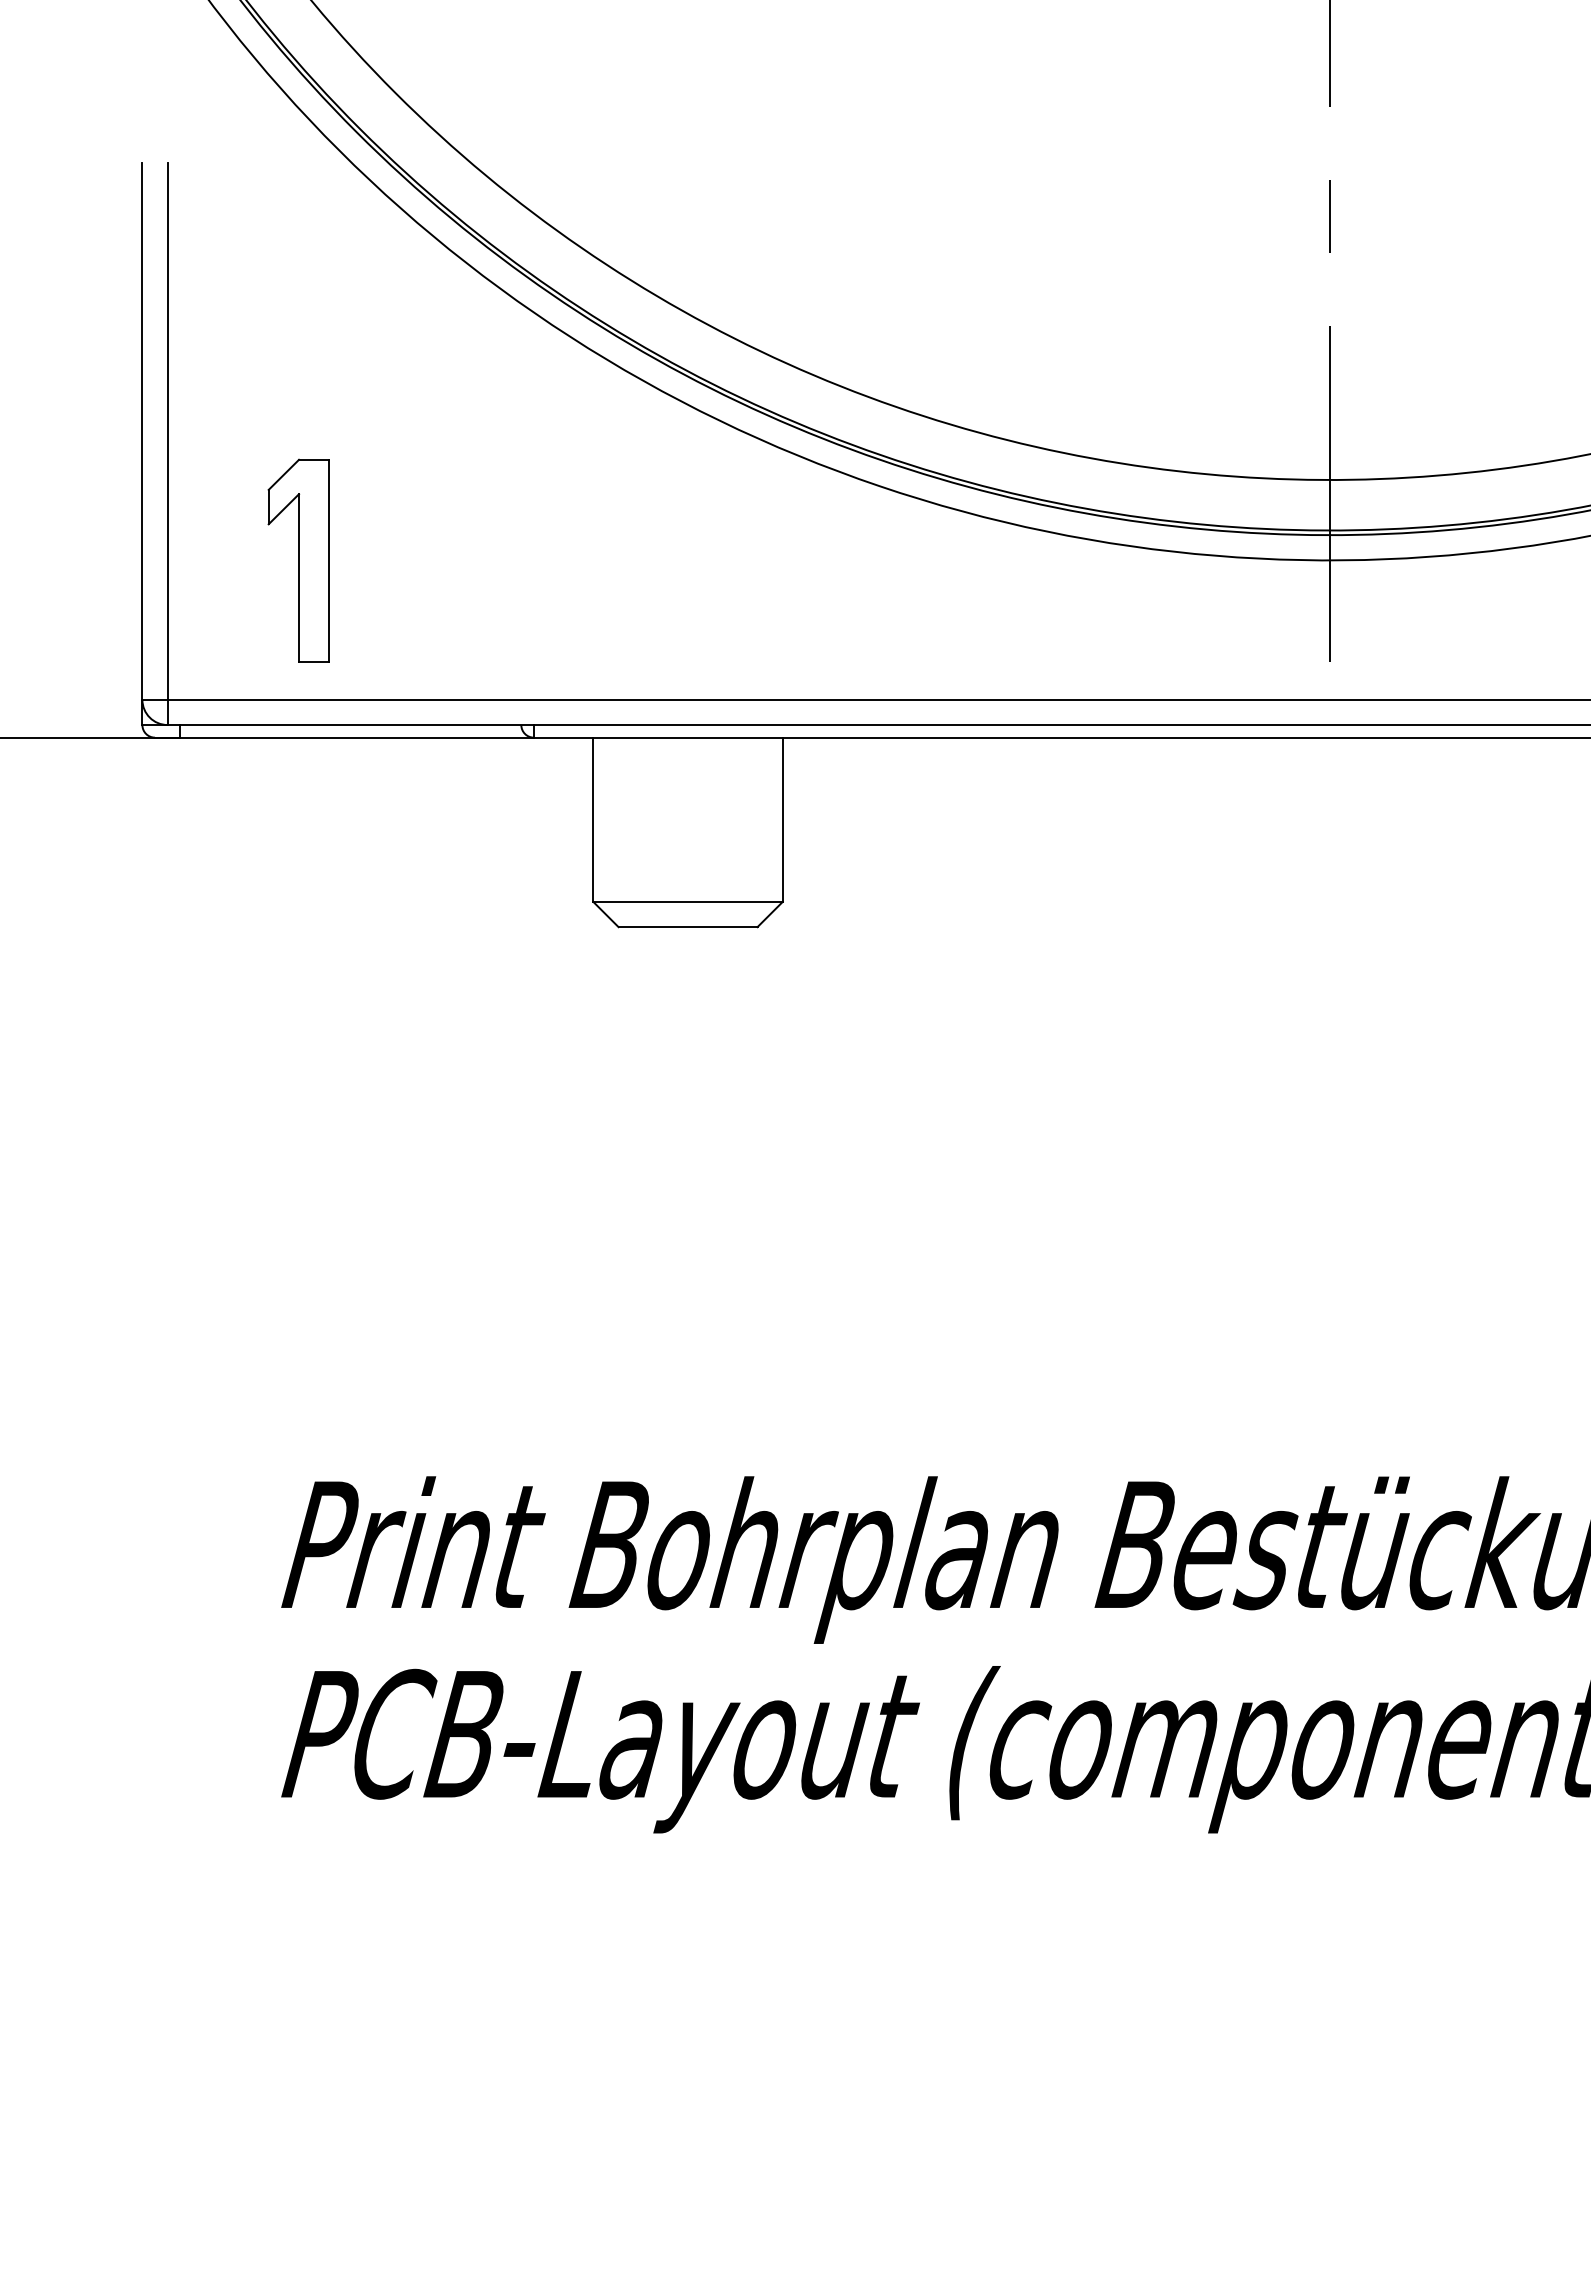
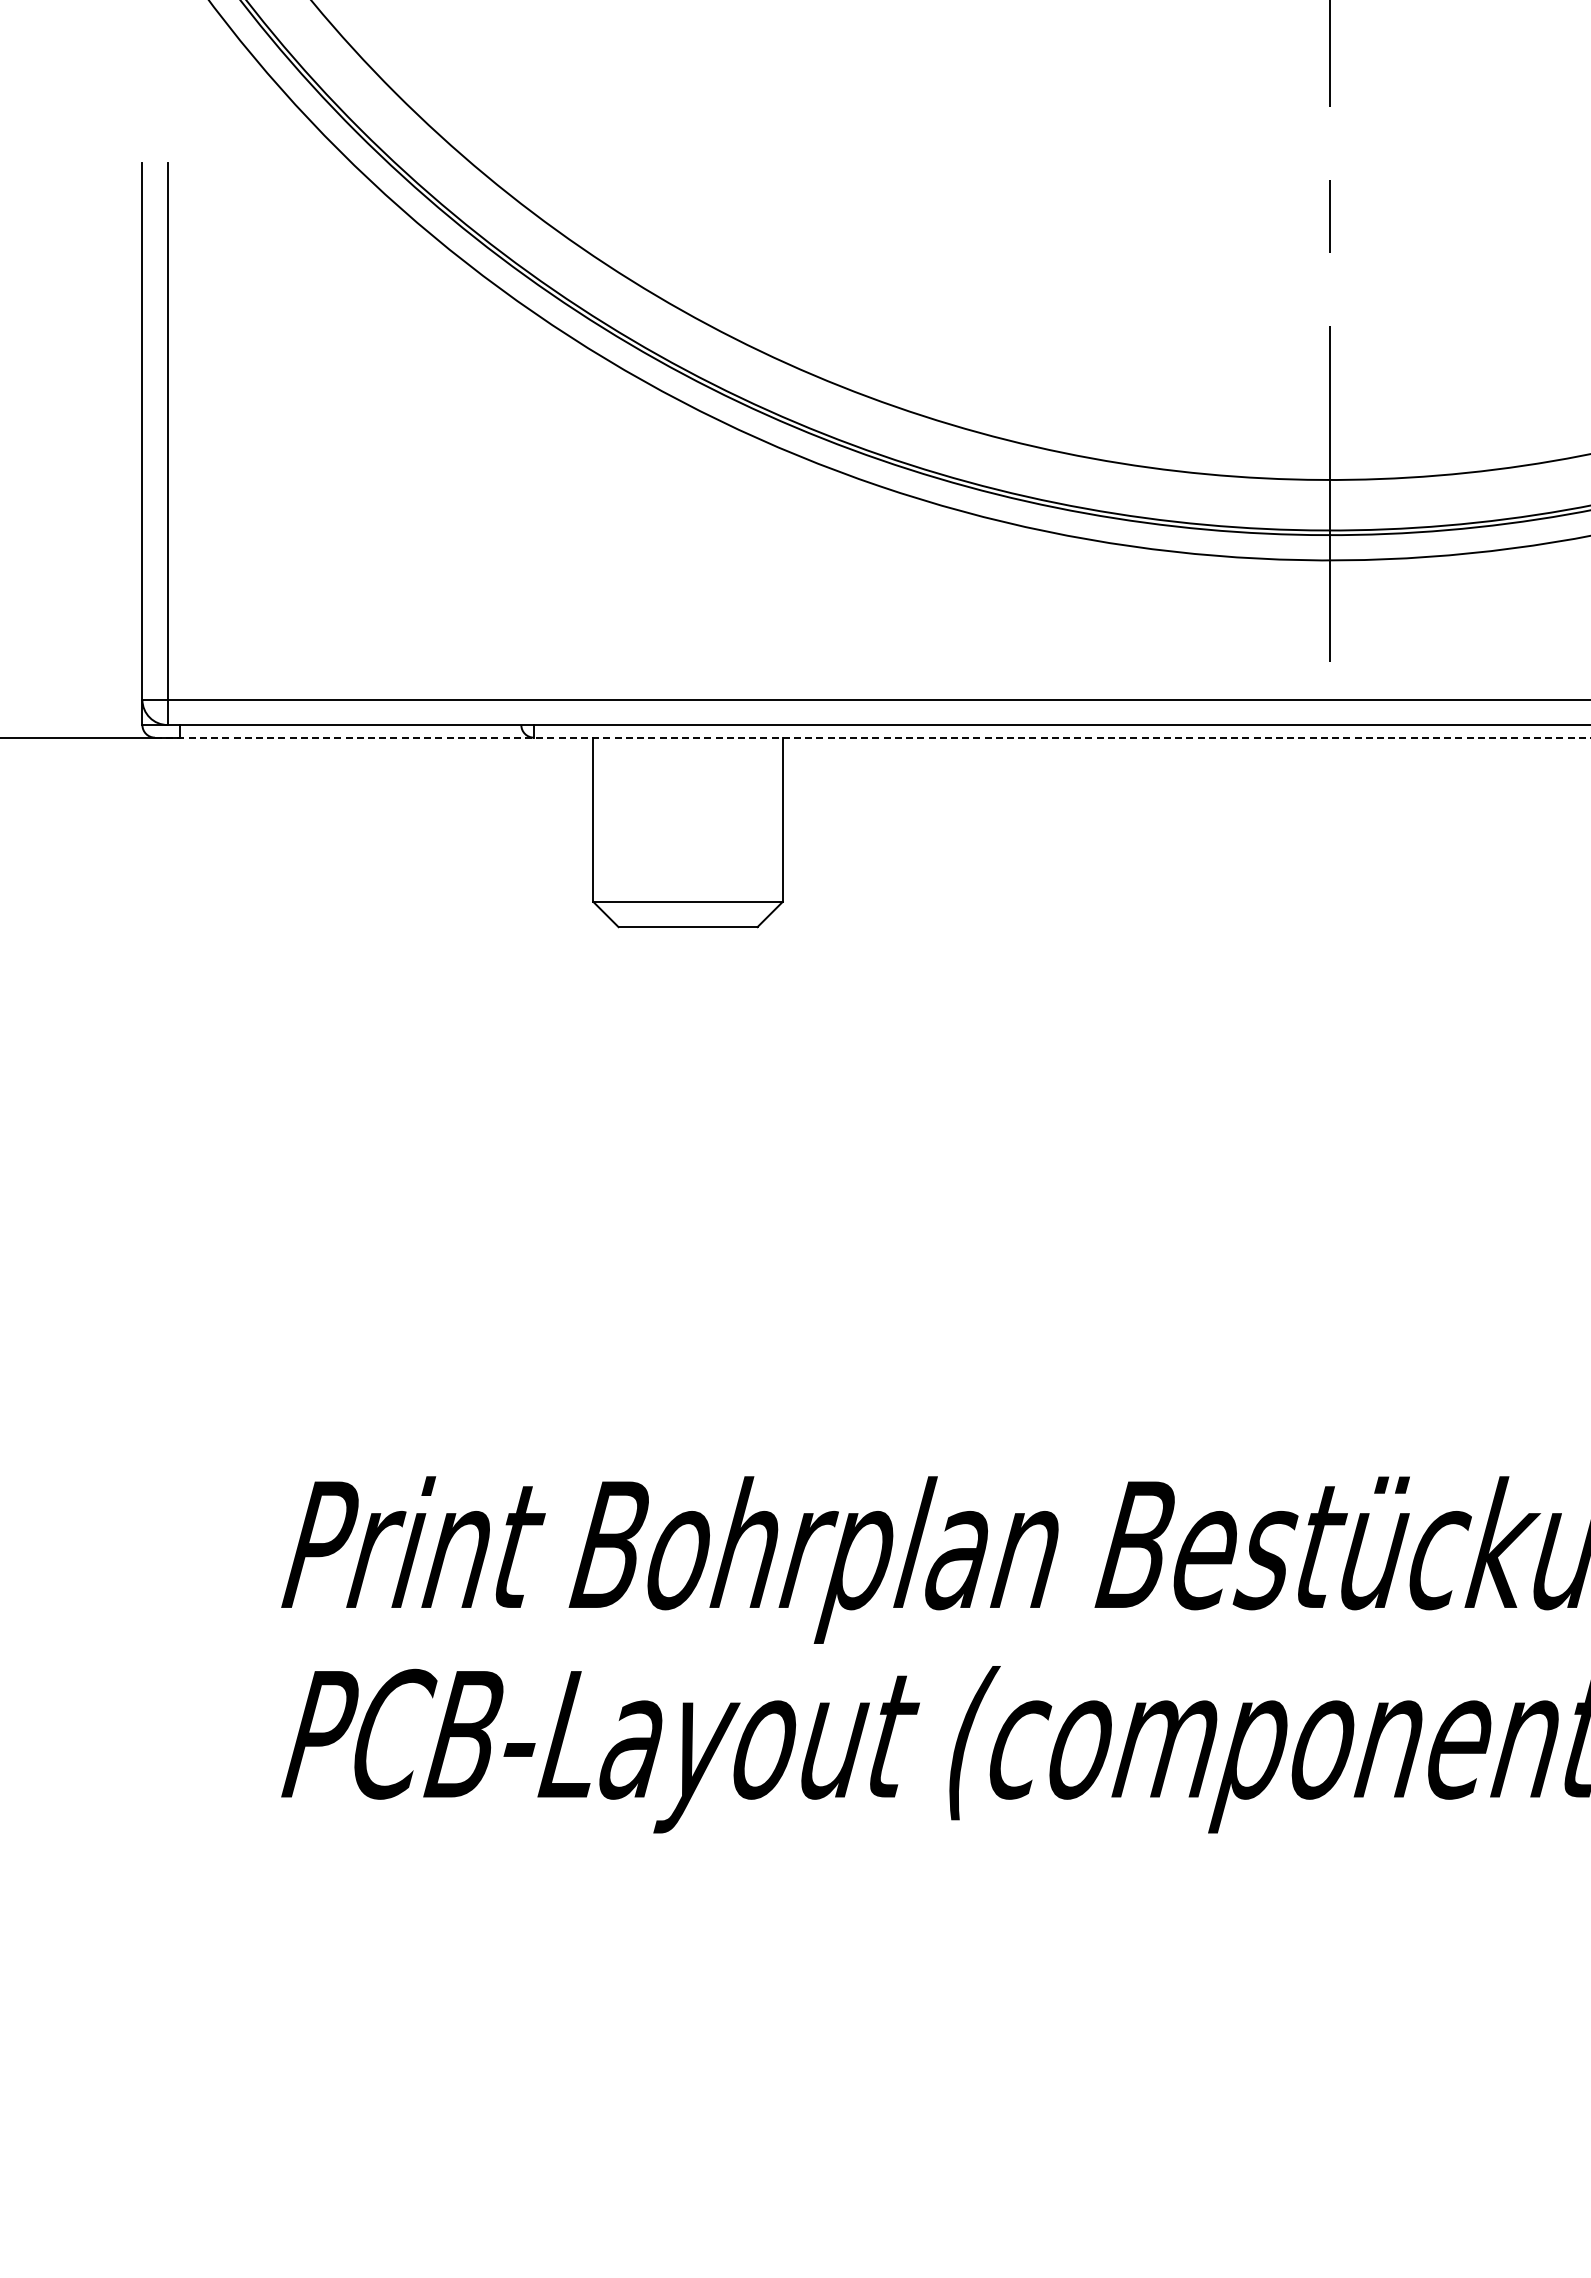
part at (298, 560): present -> none
line at (872, 737): solid -> dashed
